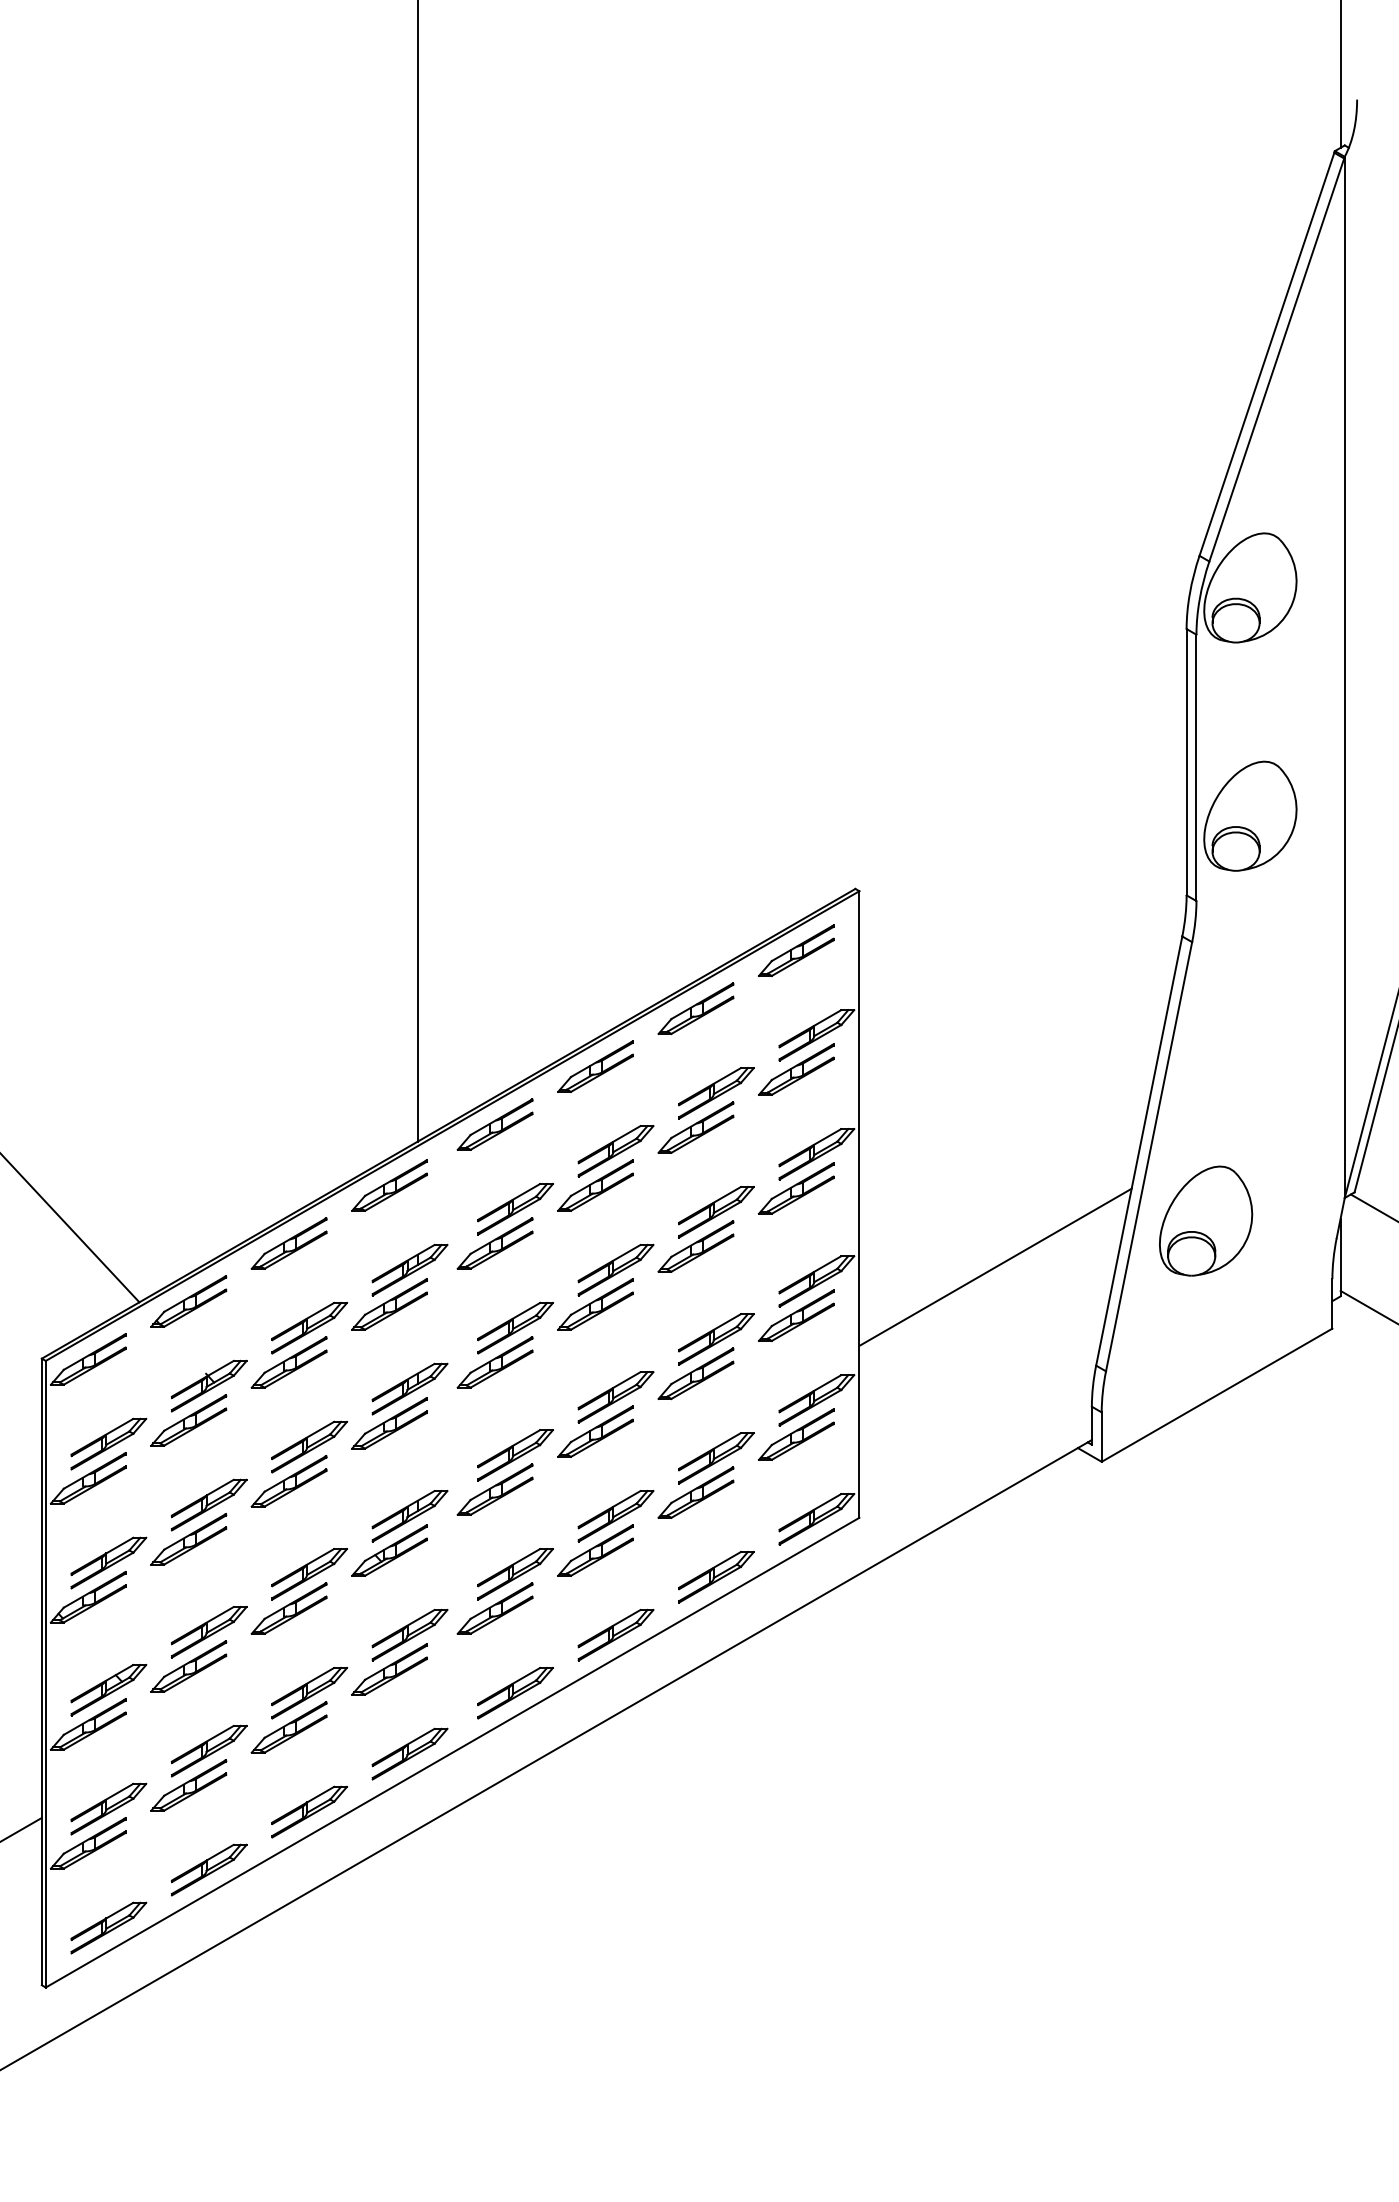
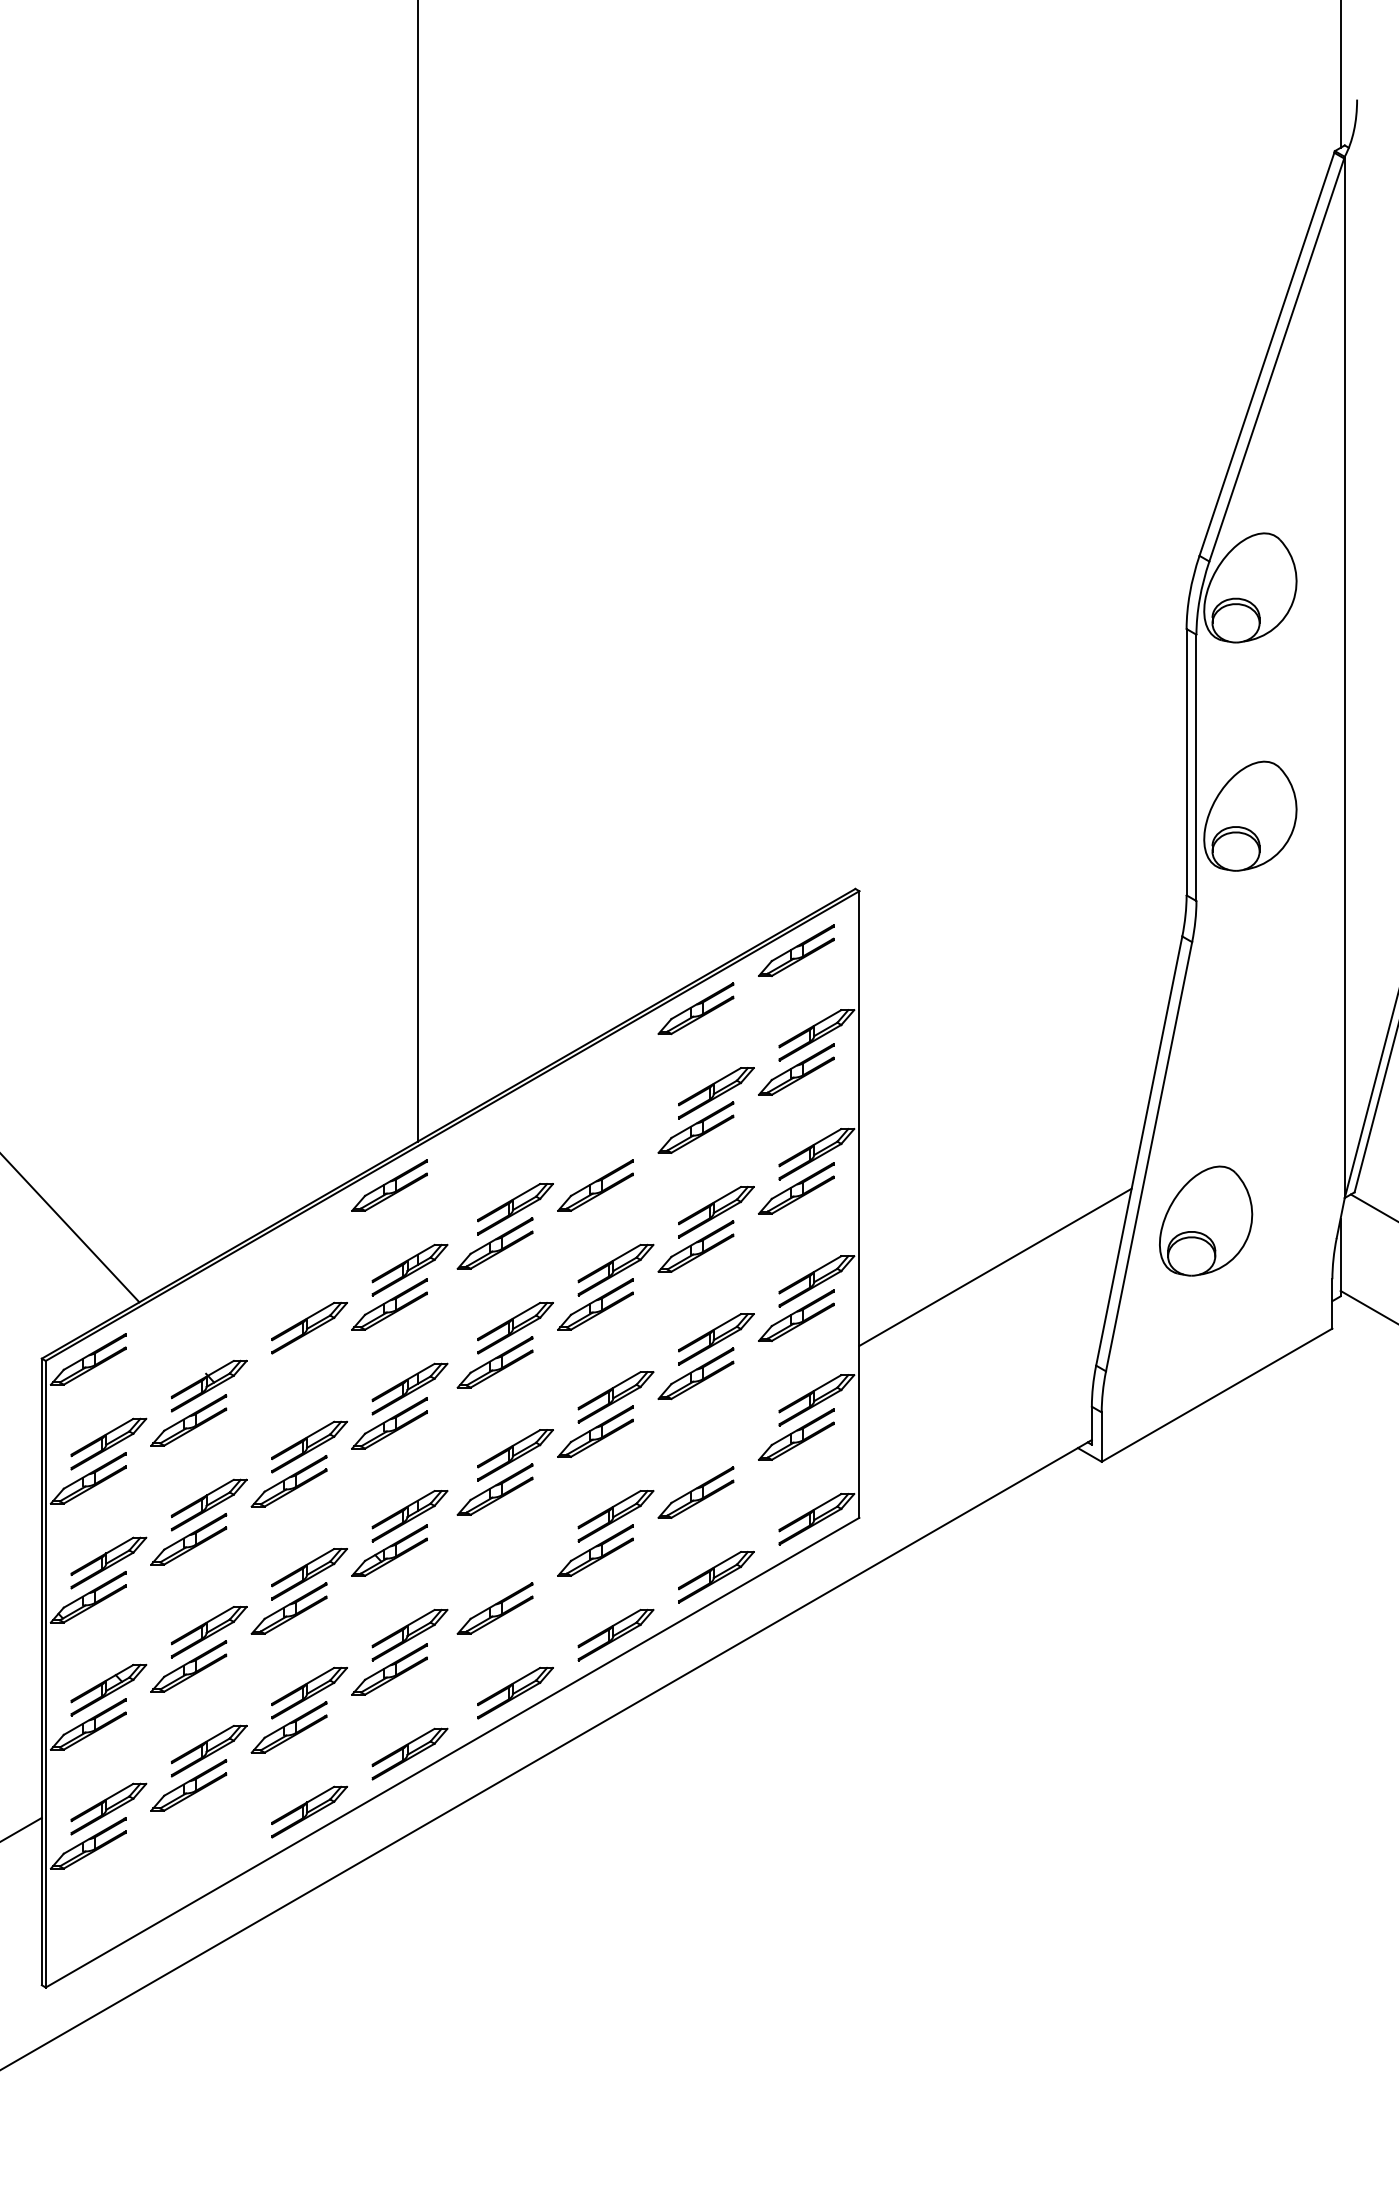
part at (595, 1066): present -> none
part at (494, 1124): present -> none
part at (615, 1151): present -> none
part at (288, 1243): present -> none
part at (188, 1301): present -> none
part at (288, 1362): present -> none
part at (716, 1458): present -> none
part at (515, 1574): present -> none
part at (208, 1869): present -> none
part at (108, 1927): present -> none
